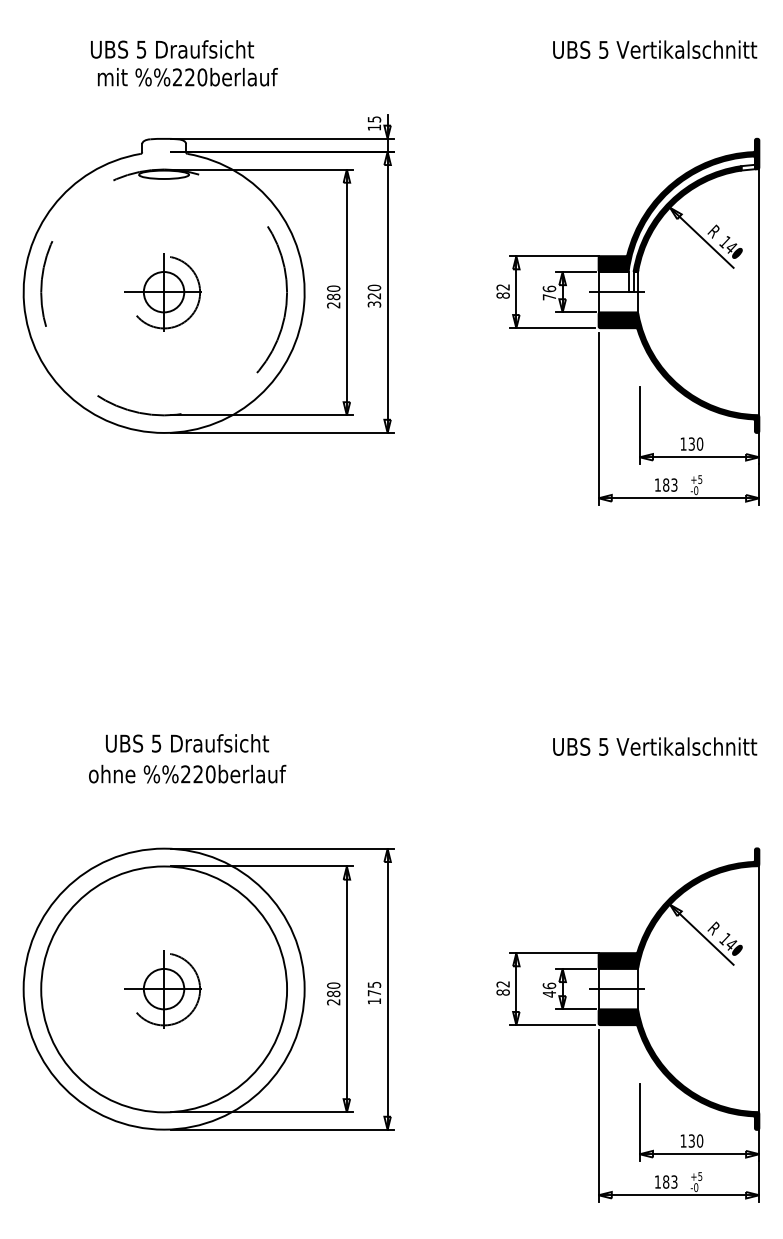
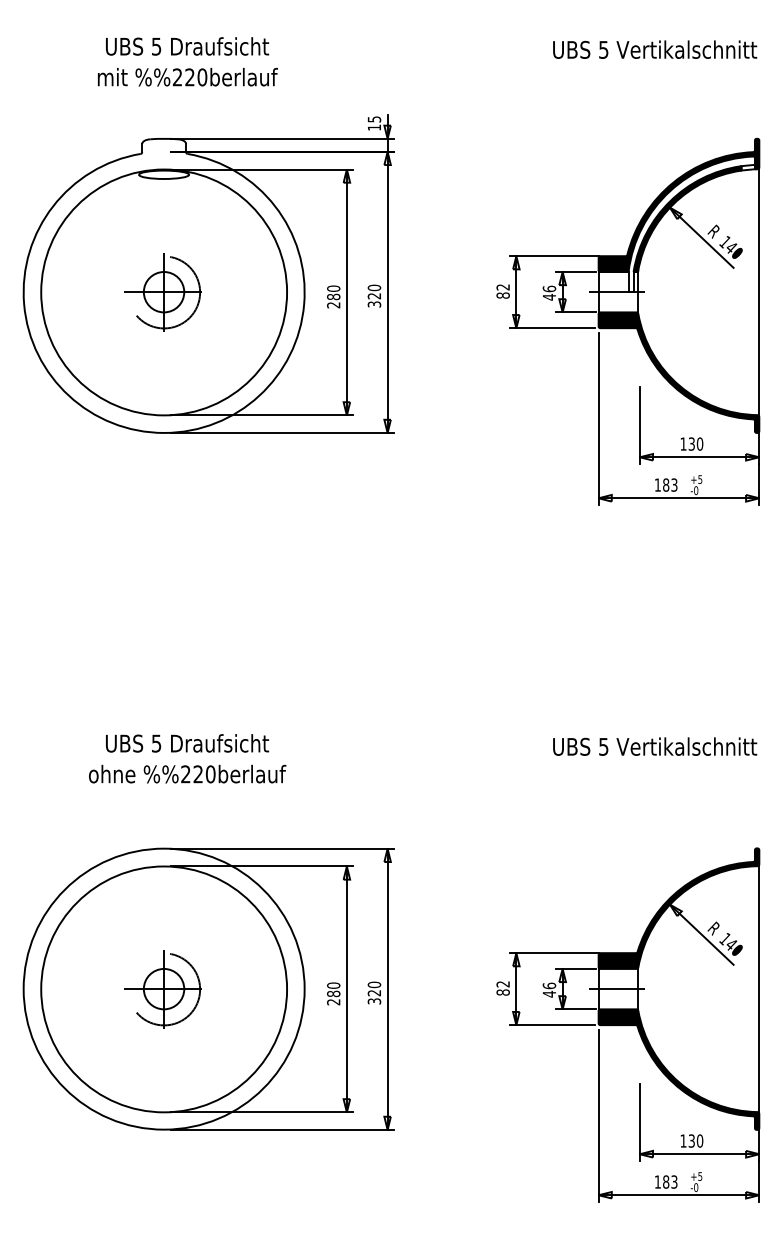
text at (172, 49) position: (172, 49) -> (187, 46)
circle at (164, 292): dashed -> solid
text at (548, 296): 76 -> 46
text at (374, 992): 175 -> 320
